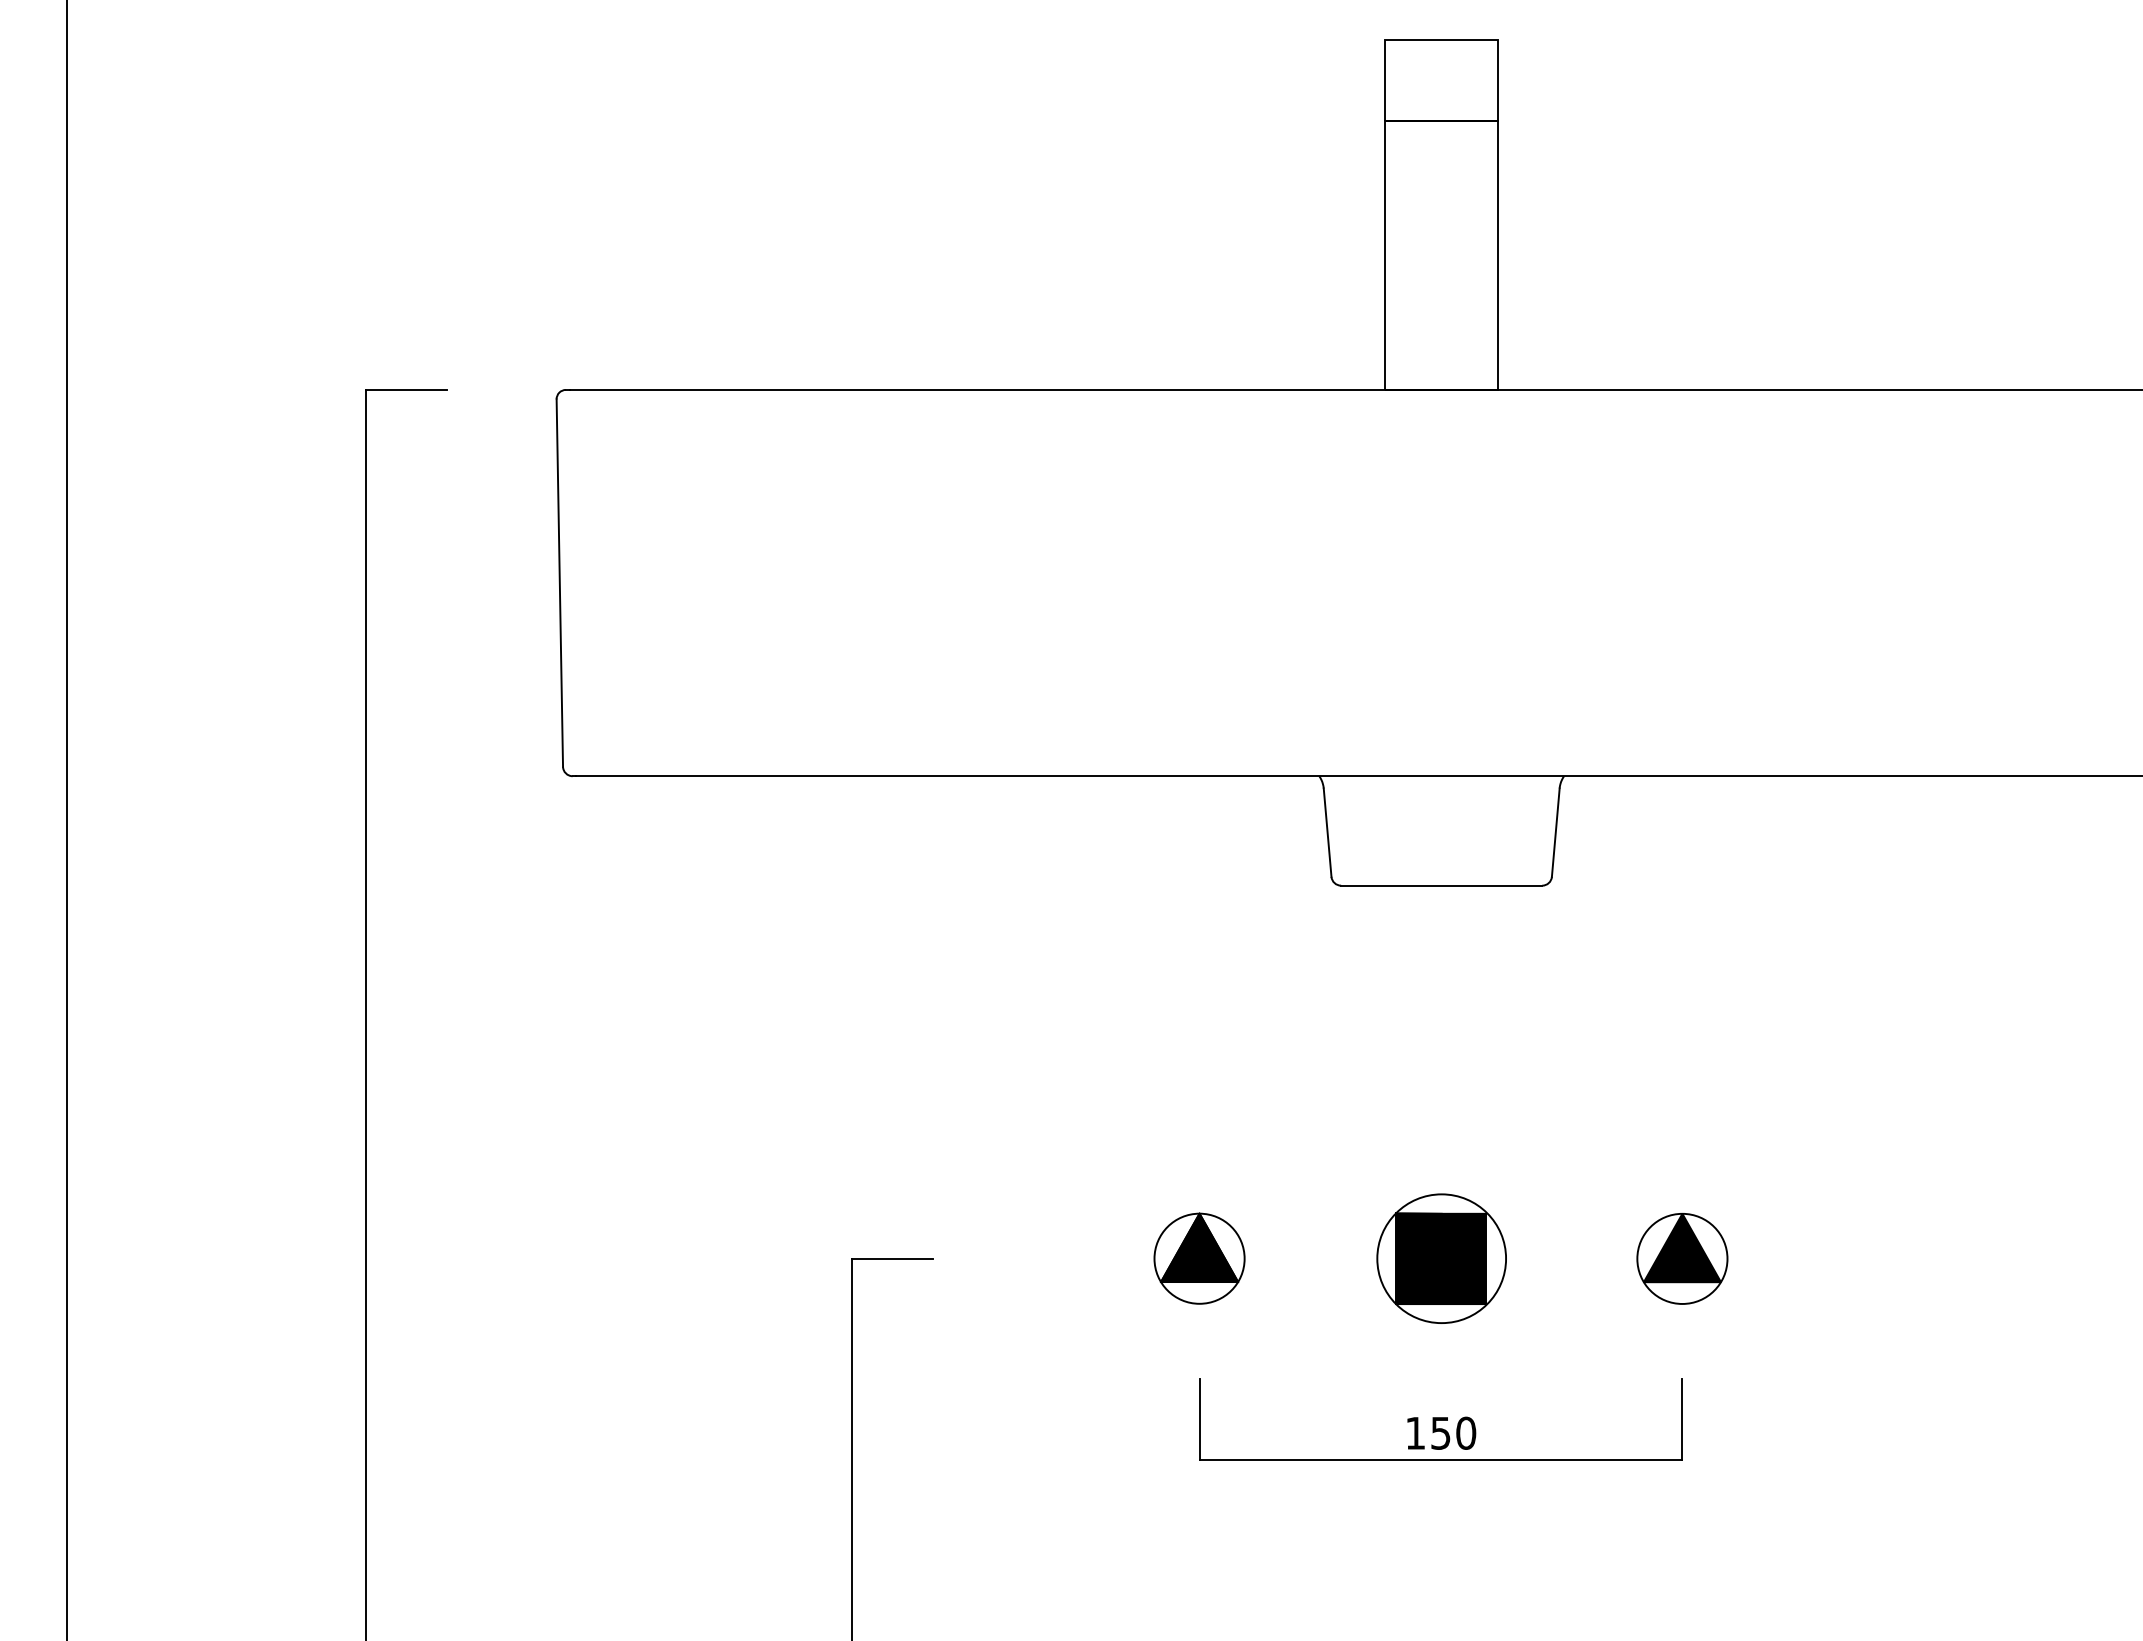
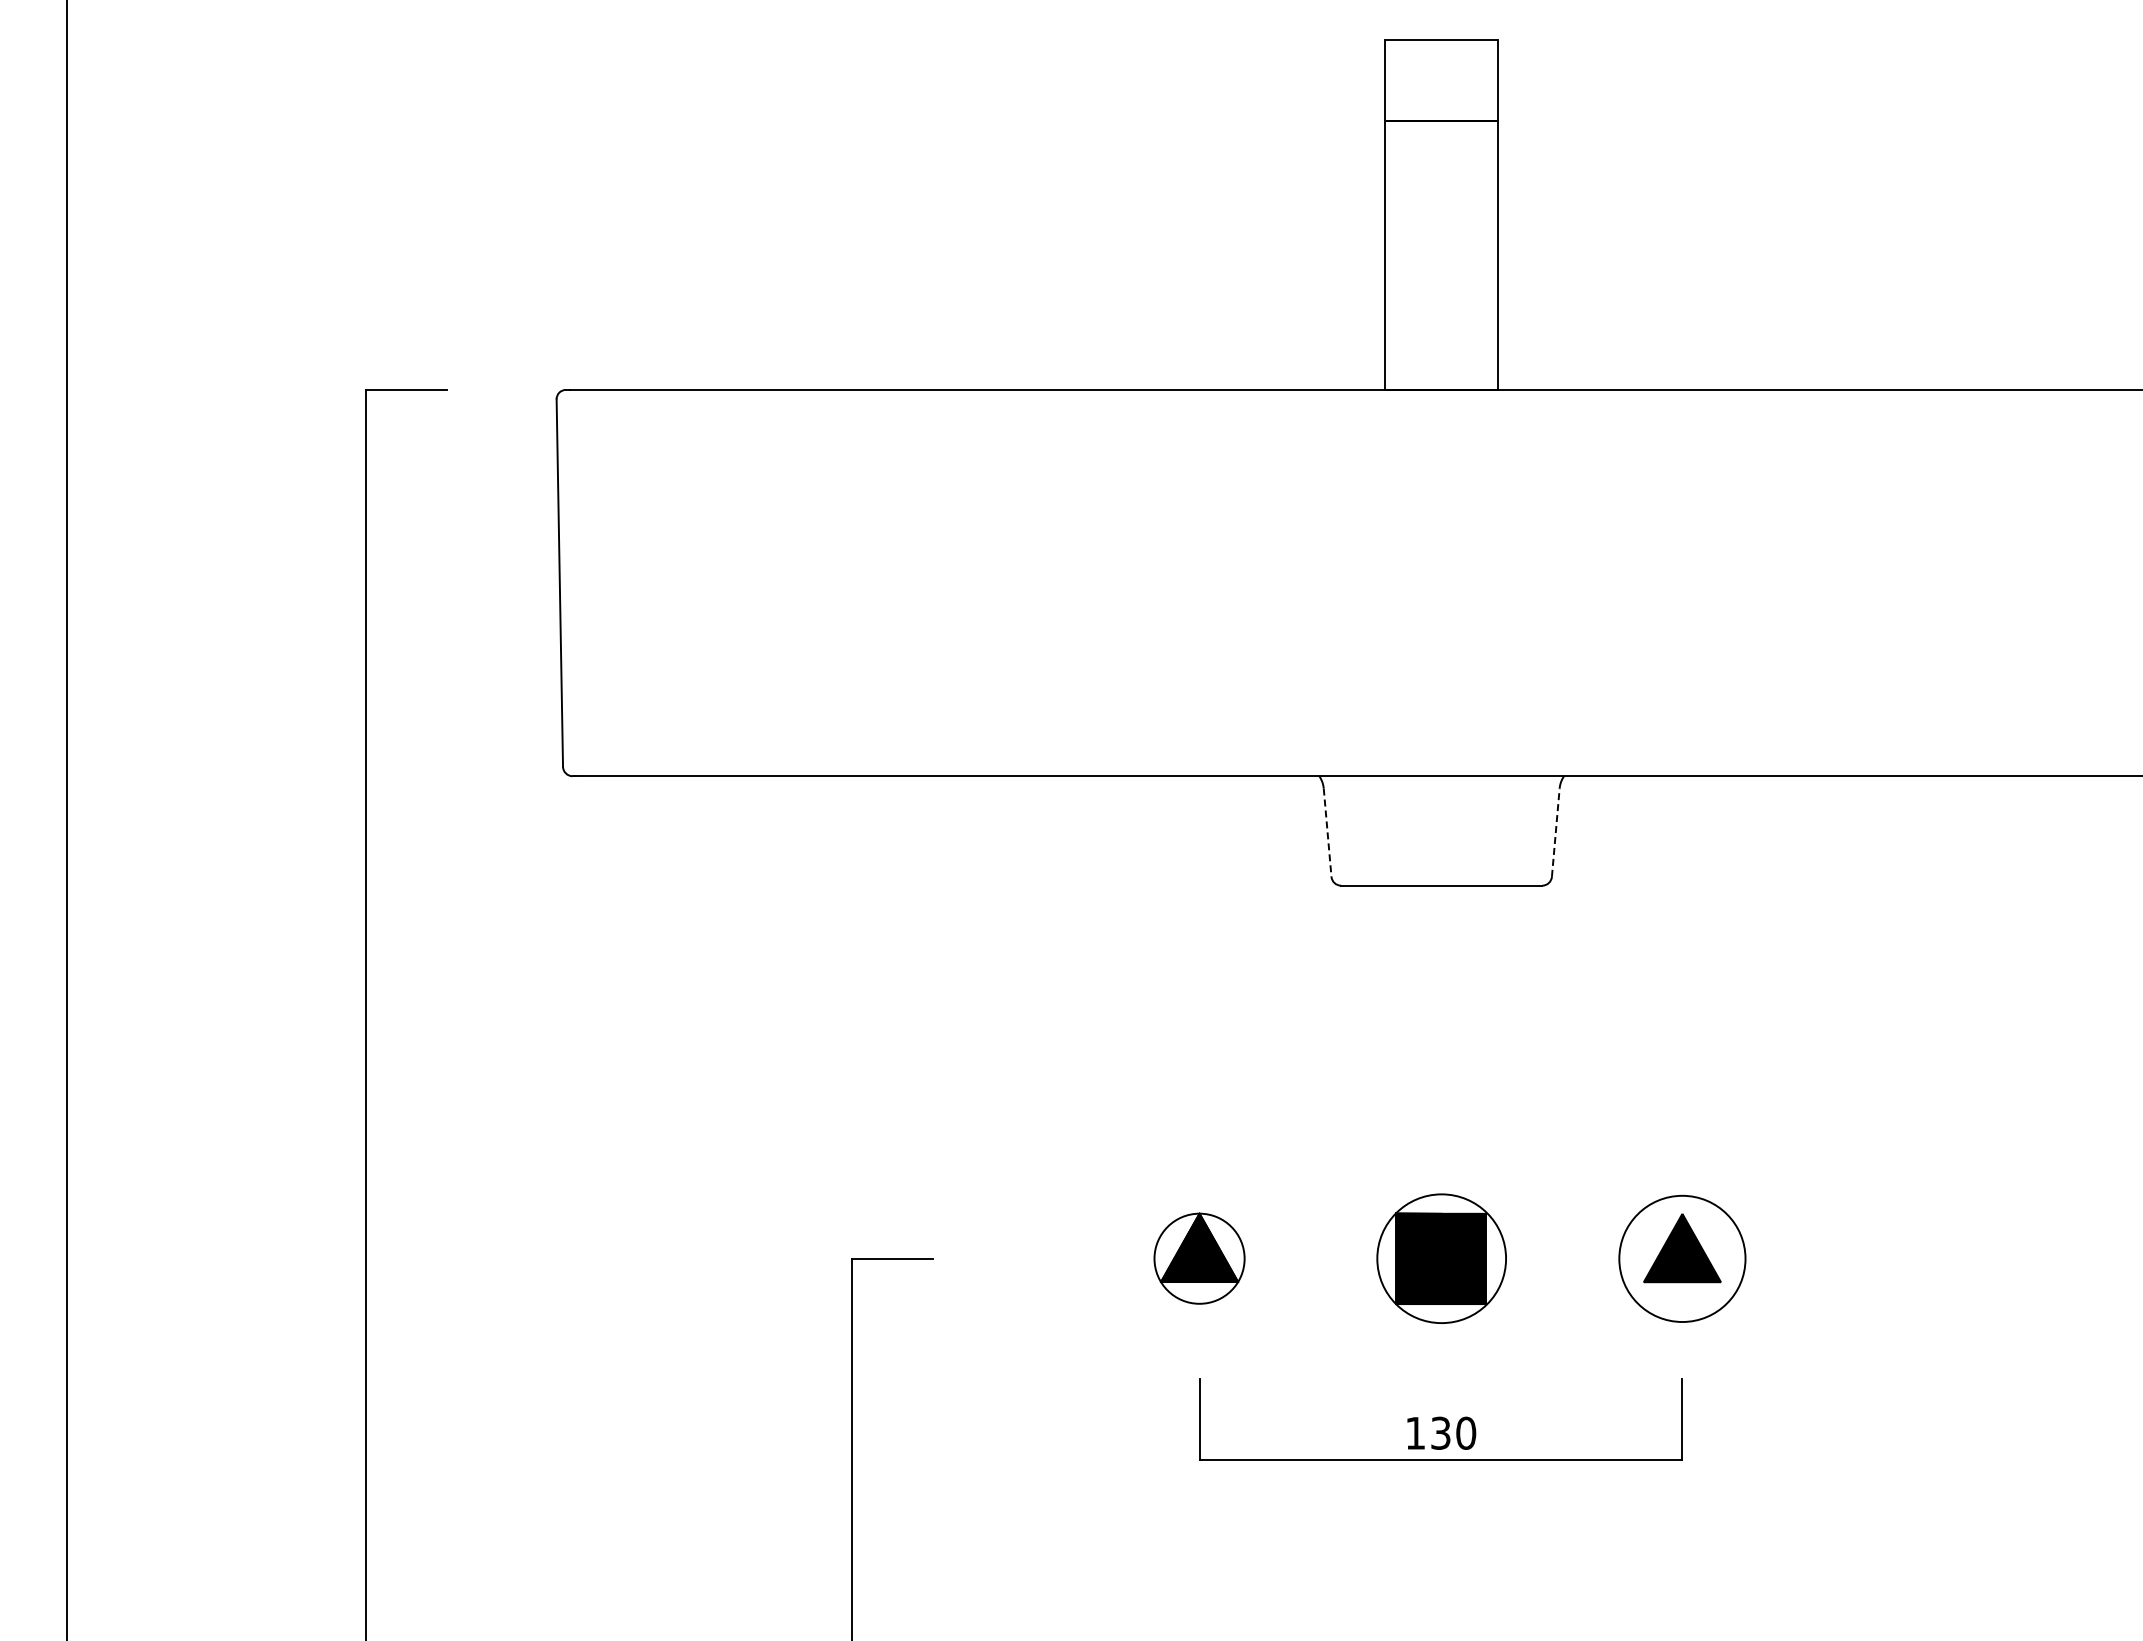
line at (1555, 832): solid -> dashed
line at (1327, 833): solid -> dashed
circle at (1682, 1258) diameter: 90 px -> 126 px
text at (1441, 1432): 150 -> 130
